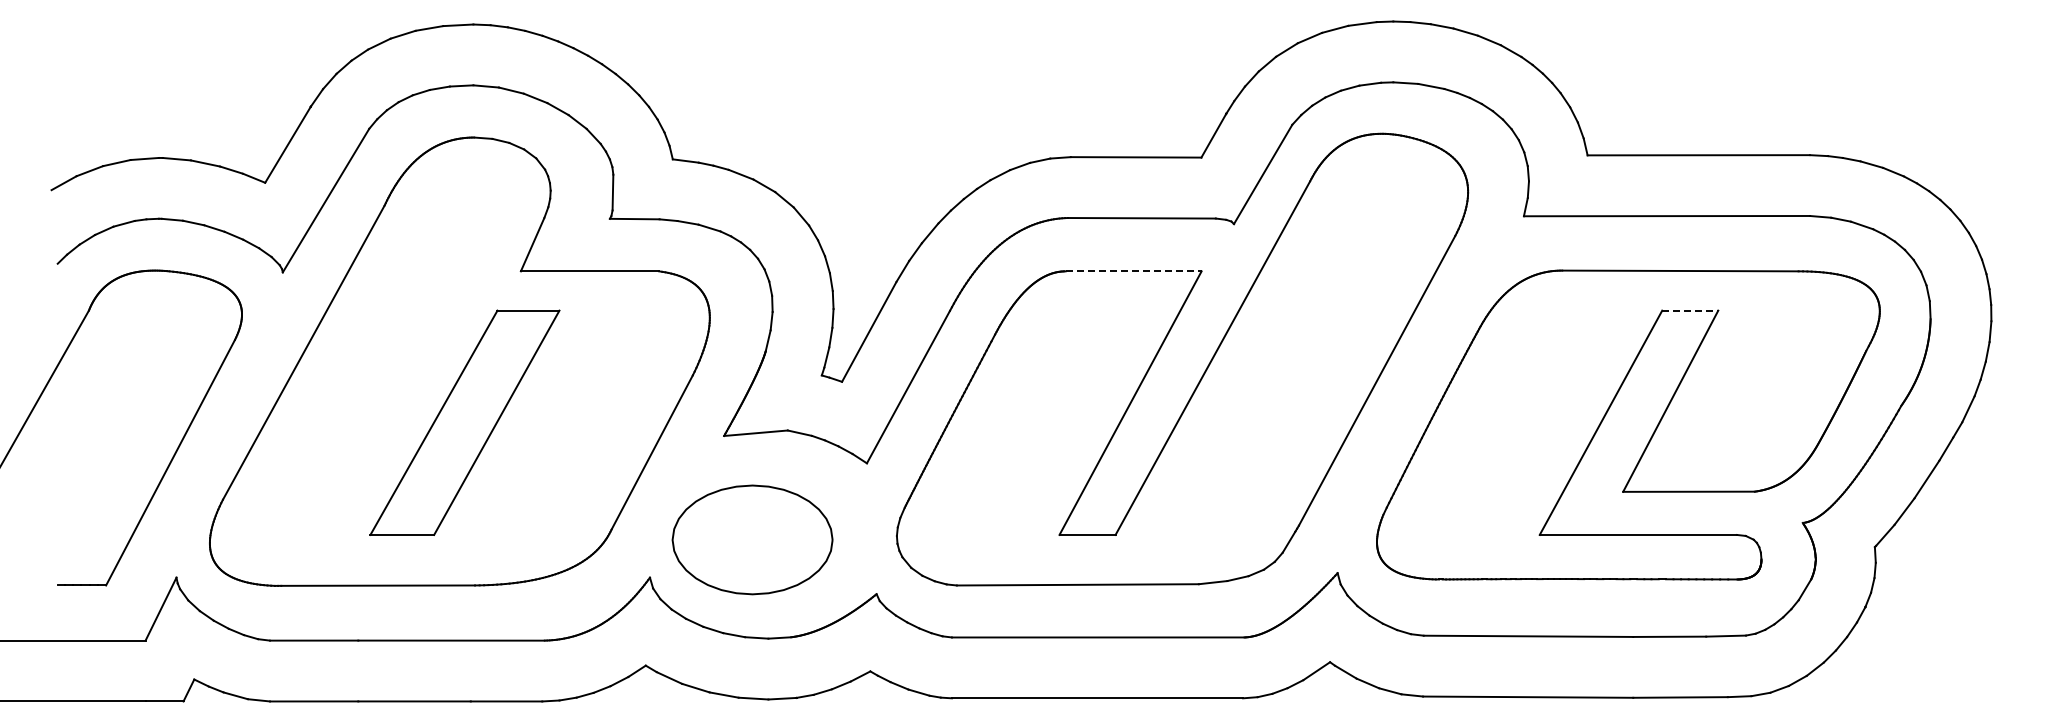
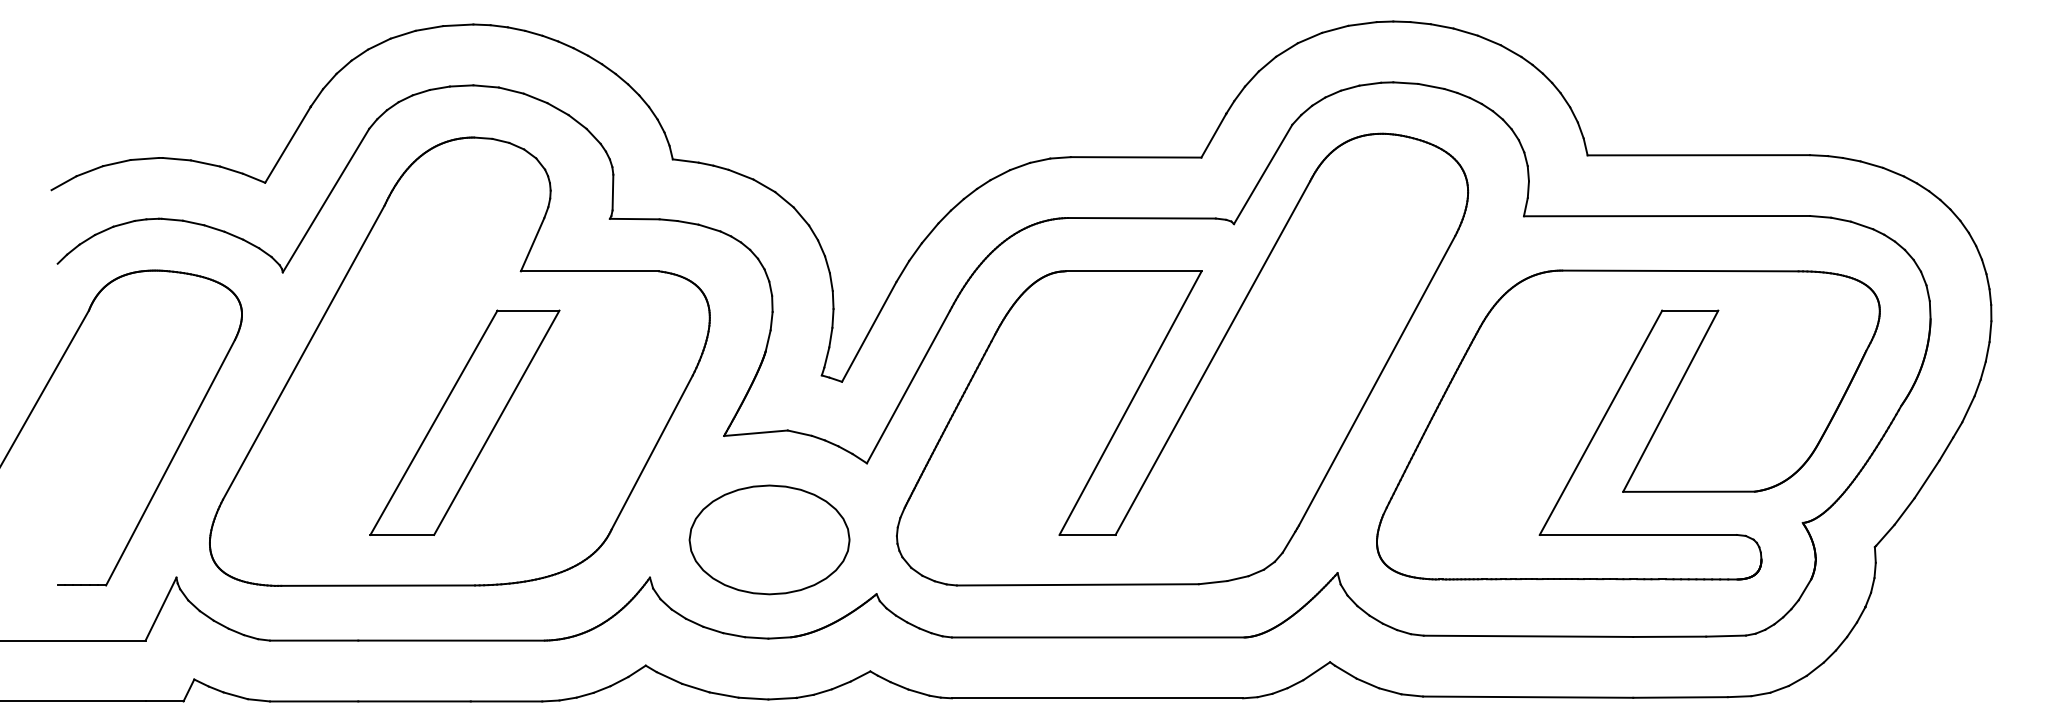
line at (1133, 271): dashed -> solid
line at (1690, 310): dashed -> solid
part at (752, 539) position: (752, 539) -> (769, 539)
